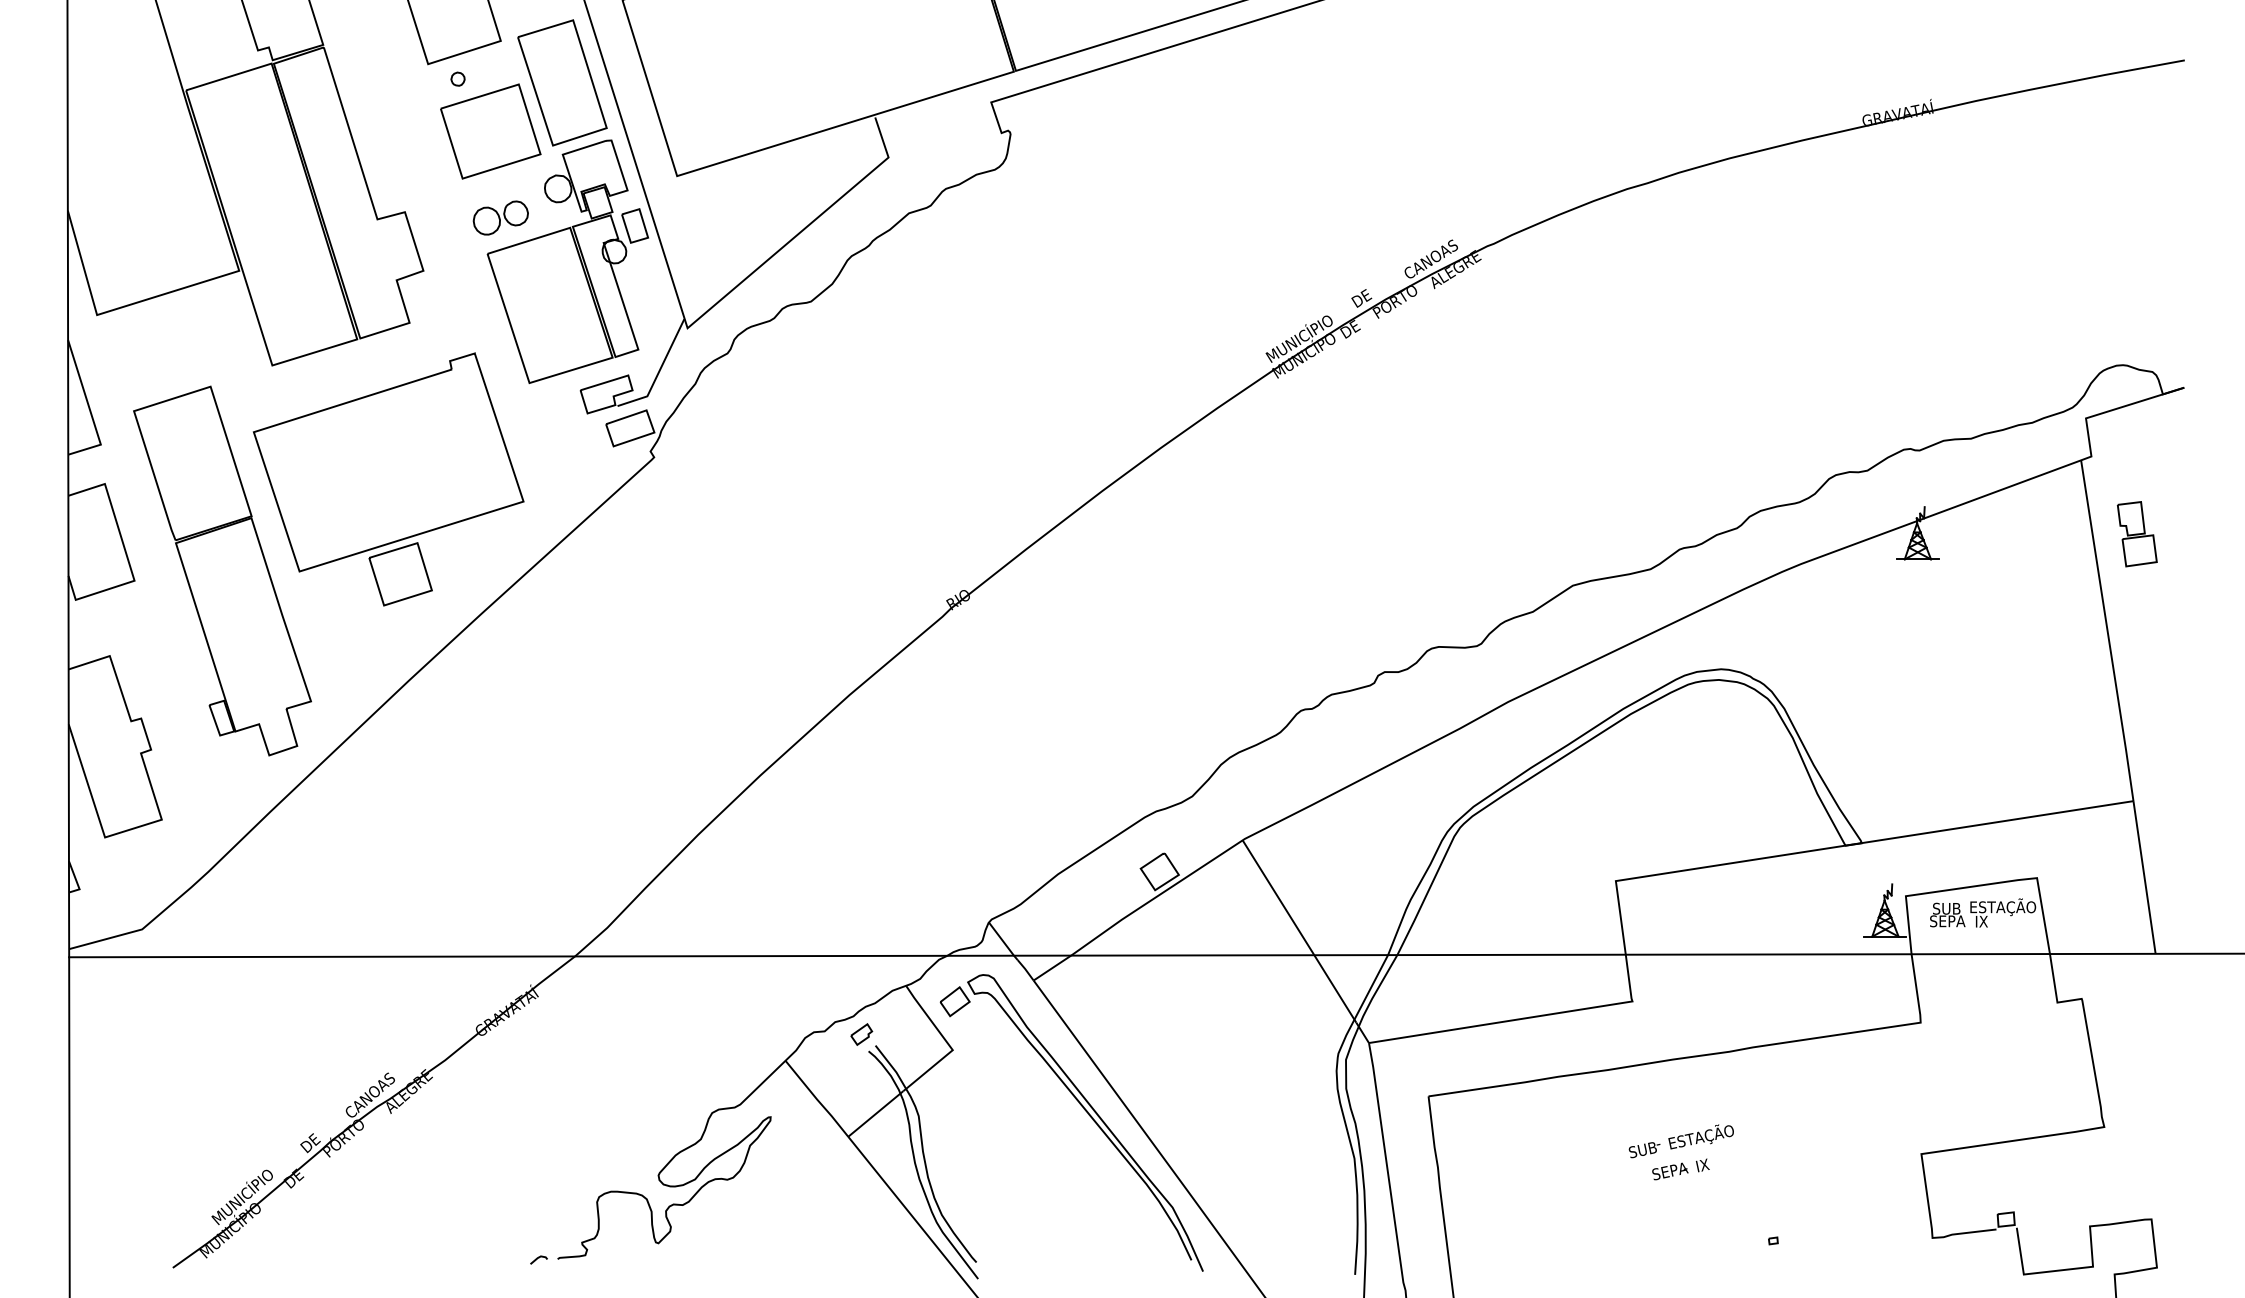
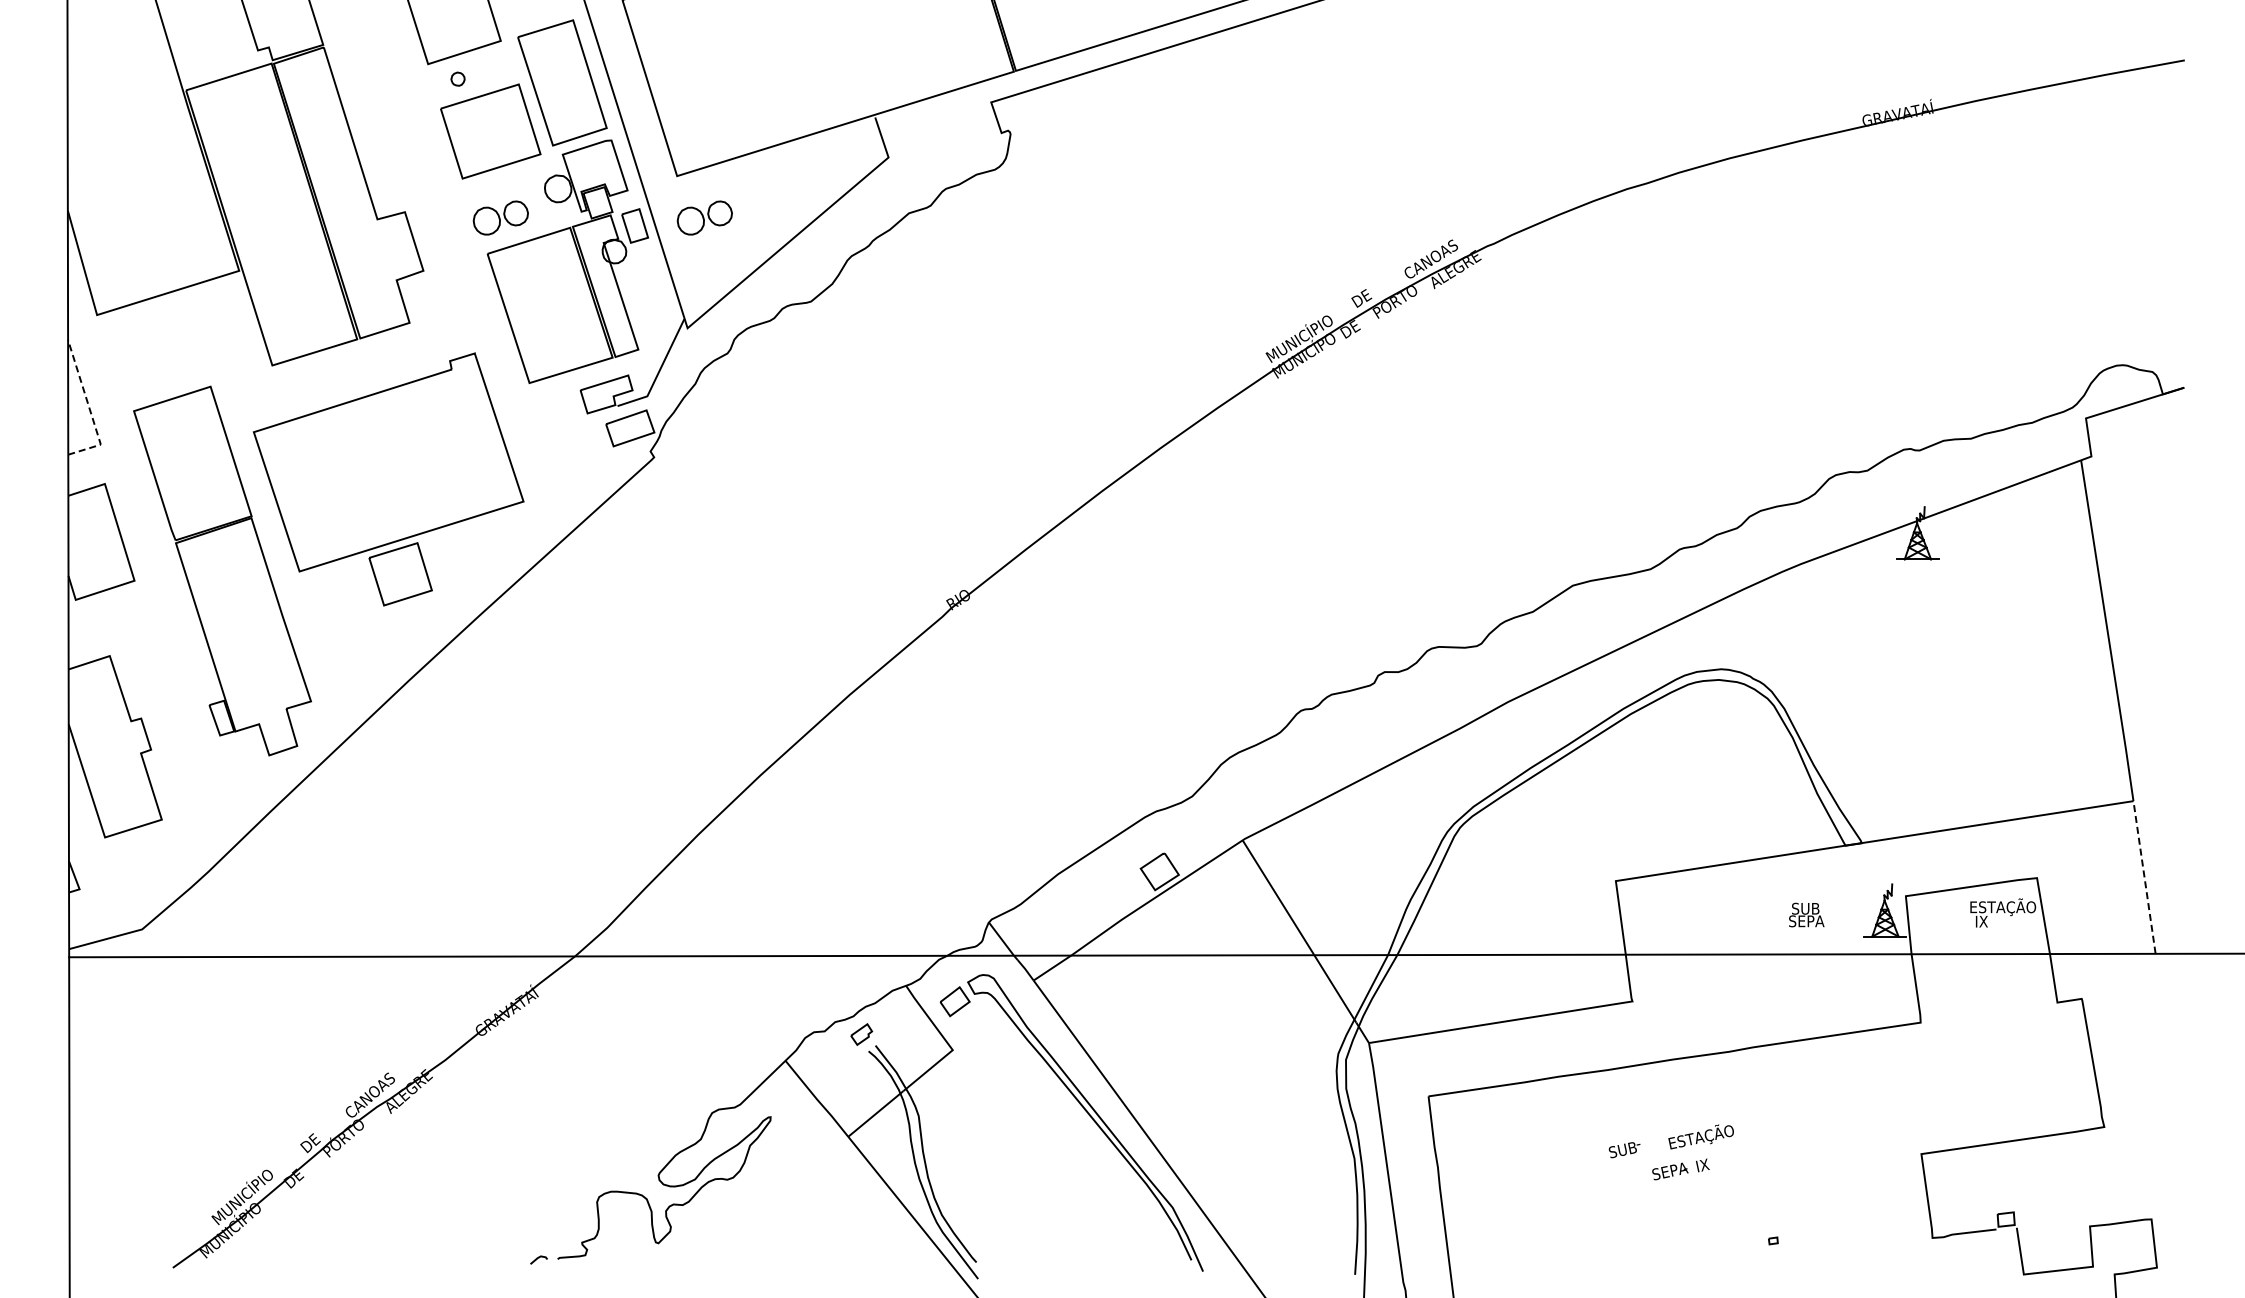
part at (704, 217): none -> present
line at (89, 409): solid -> dashed
part at (2137, 534): present -> none
line at (2144, 876): solid -> dashed
text at (1947, 914) position: (1947, 914) -> (1806, 914)
text at (1644, 1150) position: (1644, 1150) -> (1624, 1150)
